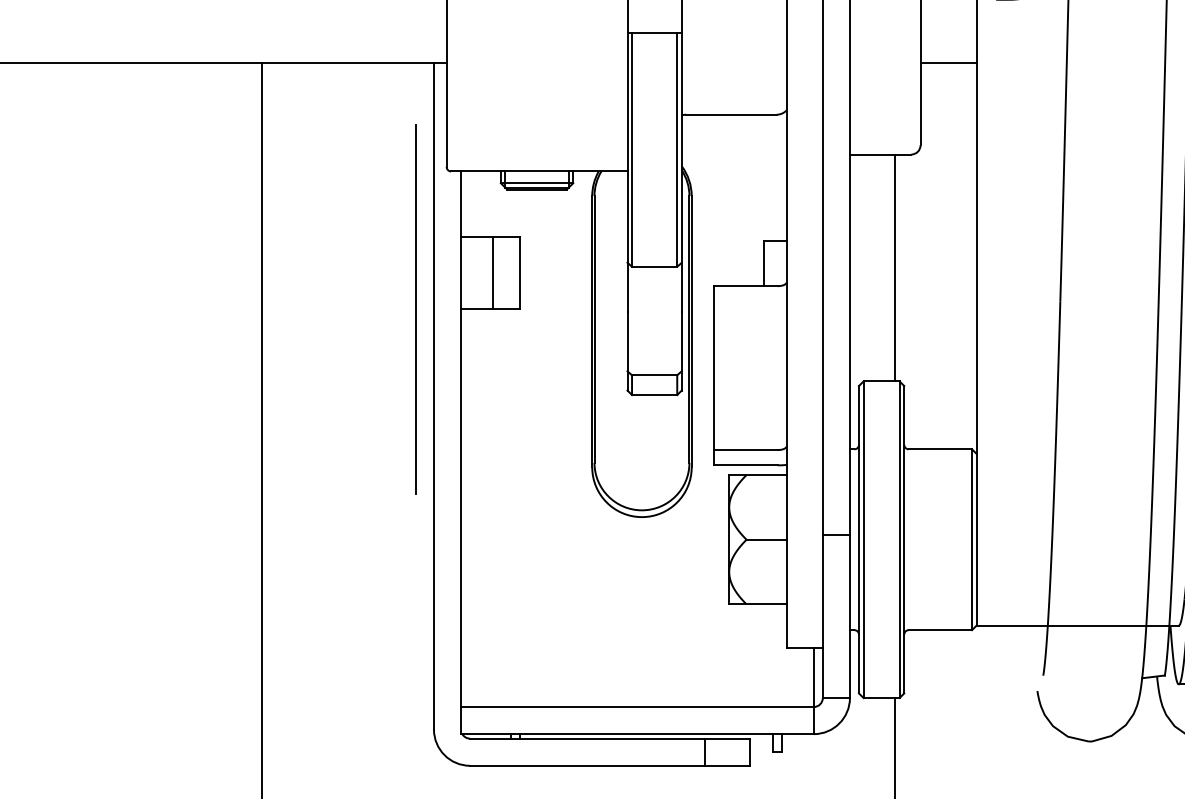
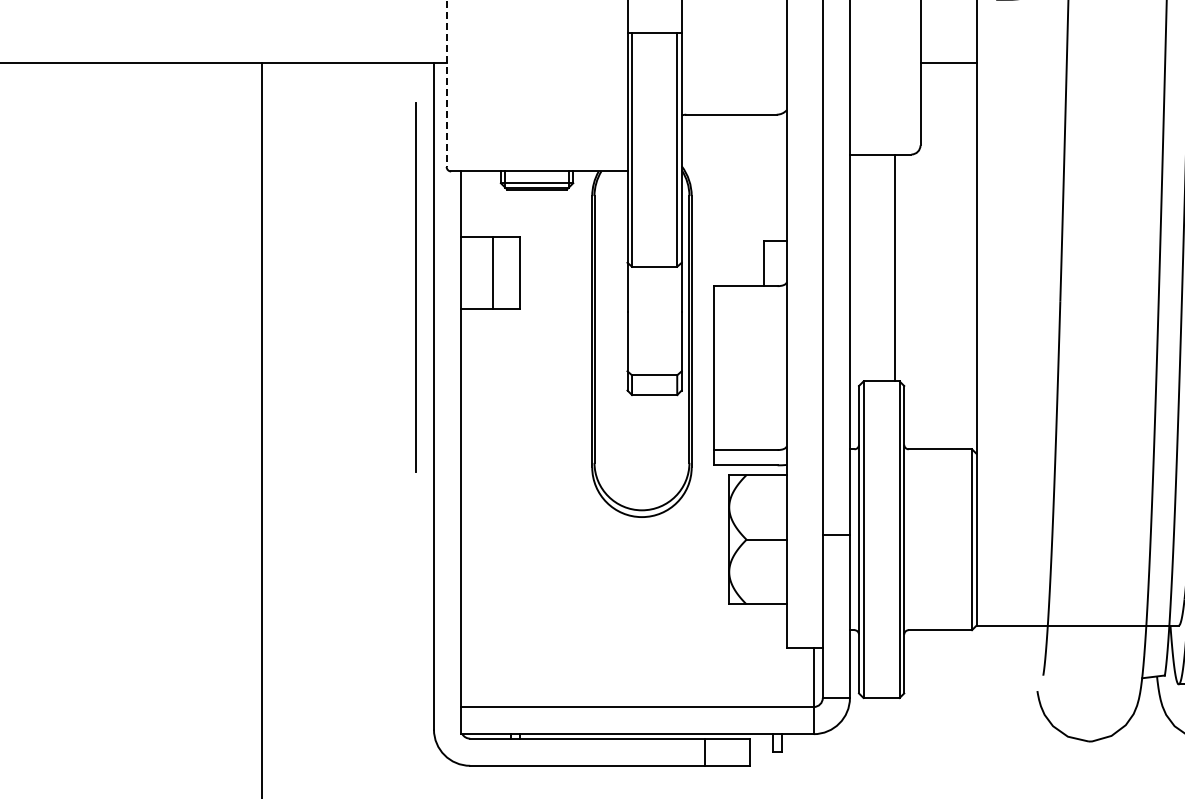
line at (446, 84): solid -> dashed
line at (415, 309) position: (415, 309) -> (415, 287)
line at (895, 746): present -> none
